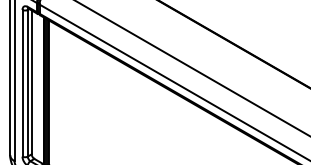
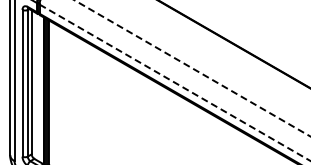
line at (192, 68): solid -> dashed
line at (175, 83): solid -> dashed
